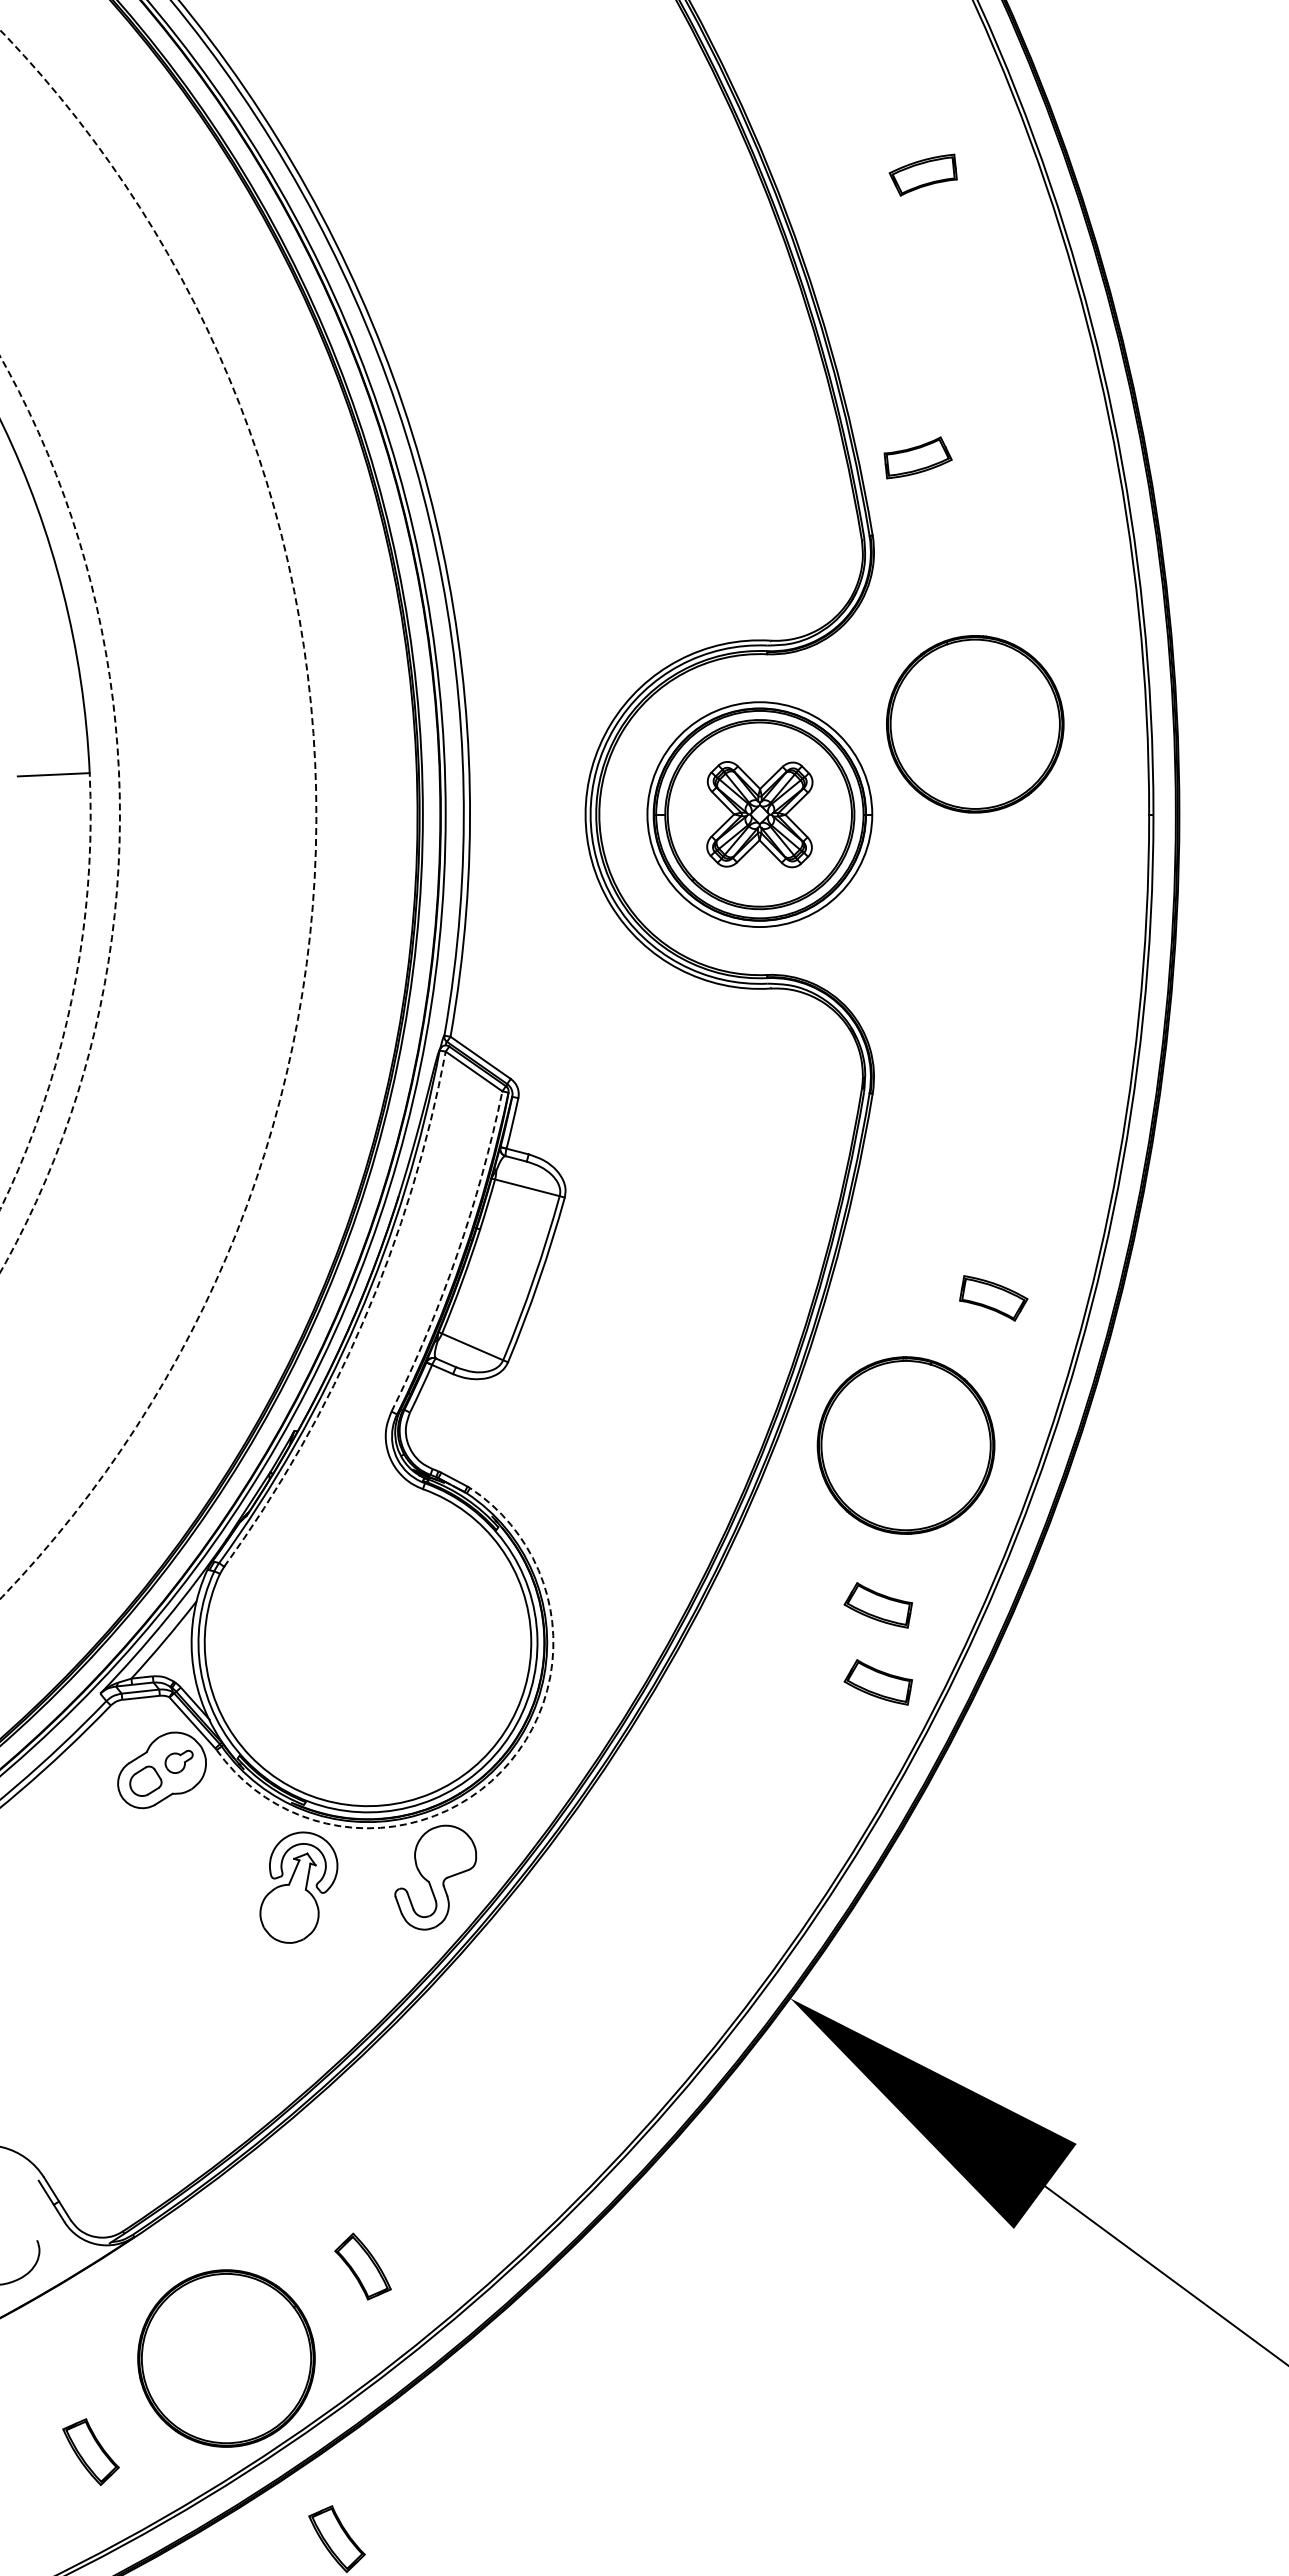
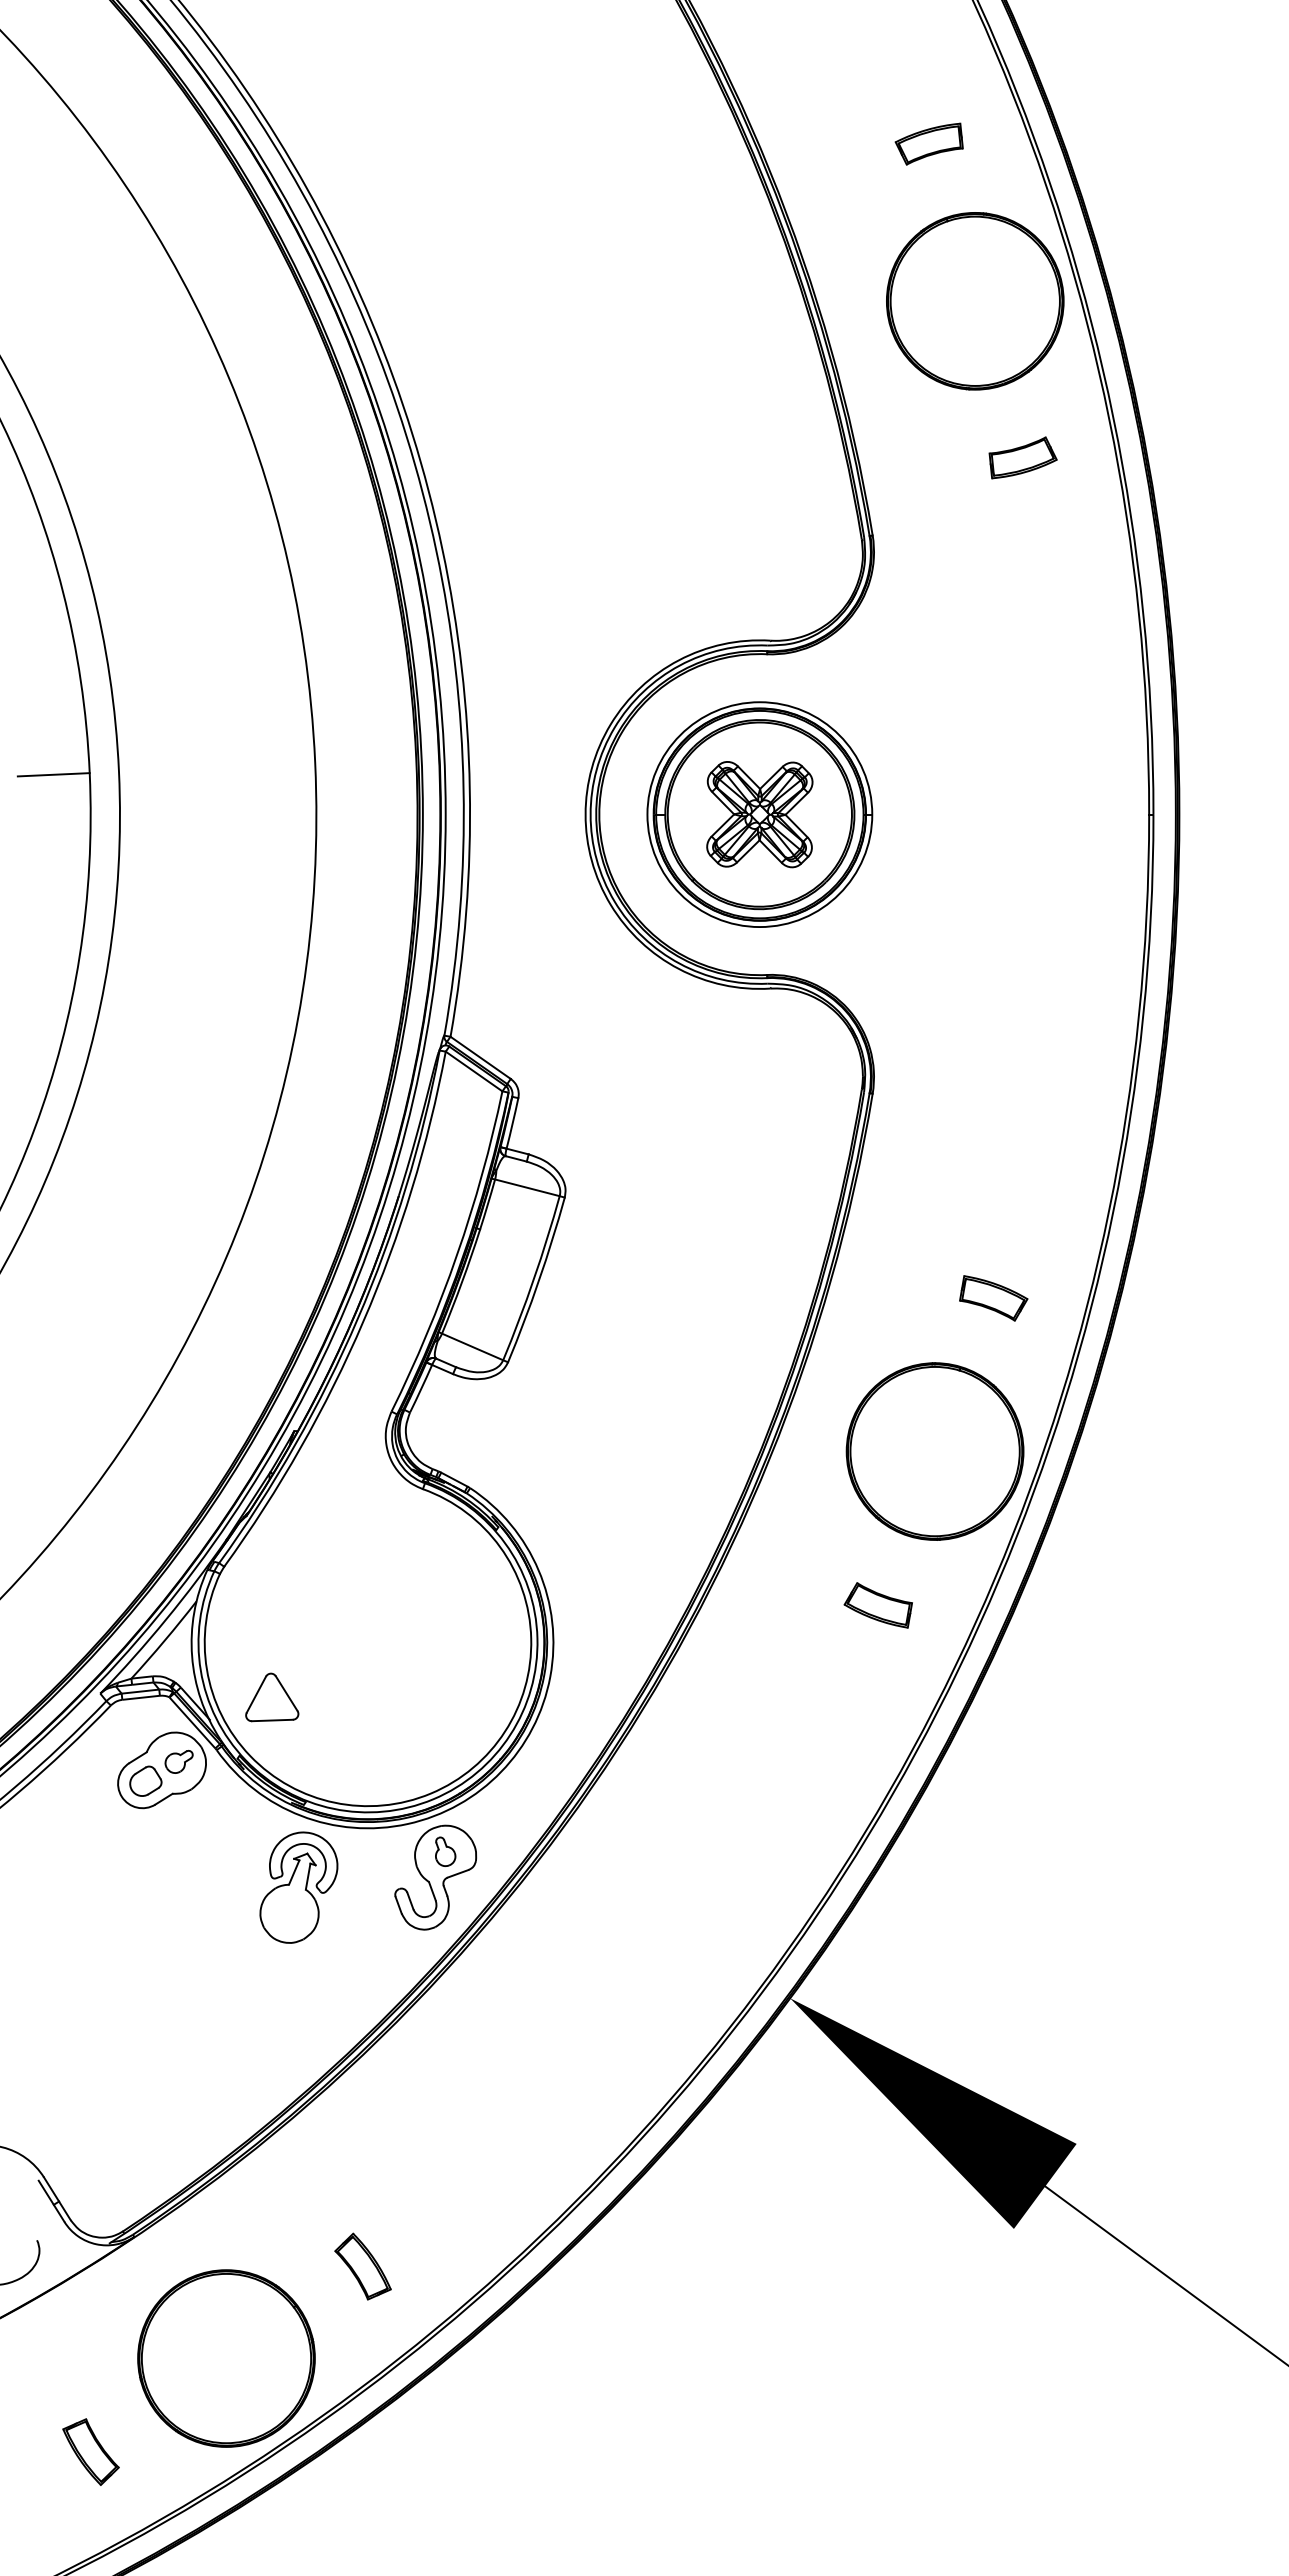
part at (922, 174) position: (922, 174) -> (928, 143)
part at (917, 457) position: (917, 457) -> (1022, 457)
part at (975, 724) position: (975, 724) -> (975, 301)
arc at (119, 813): dashed -> solid
arc at (316, 815): dashed -> solid
arc at (72, 994): dashed -> solid
arc at (457, 1255): dashed -> solid
arc at (363, 1321): dashed -> solid
part at (905, 1445) position: (905, 1445) -> (934, 1451)
part at (877, 1682): present -> none
part at (272, 1697): none -> present
arc at (501, 1771): dashed -> solid
part at (445, 1851): none -> present
part at (336, 2538): present -> none
